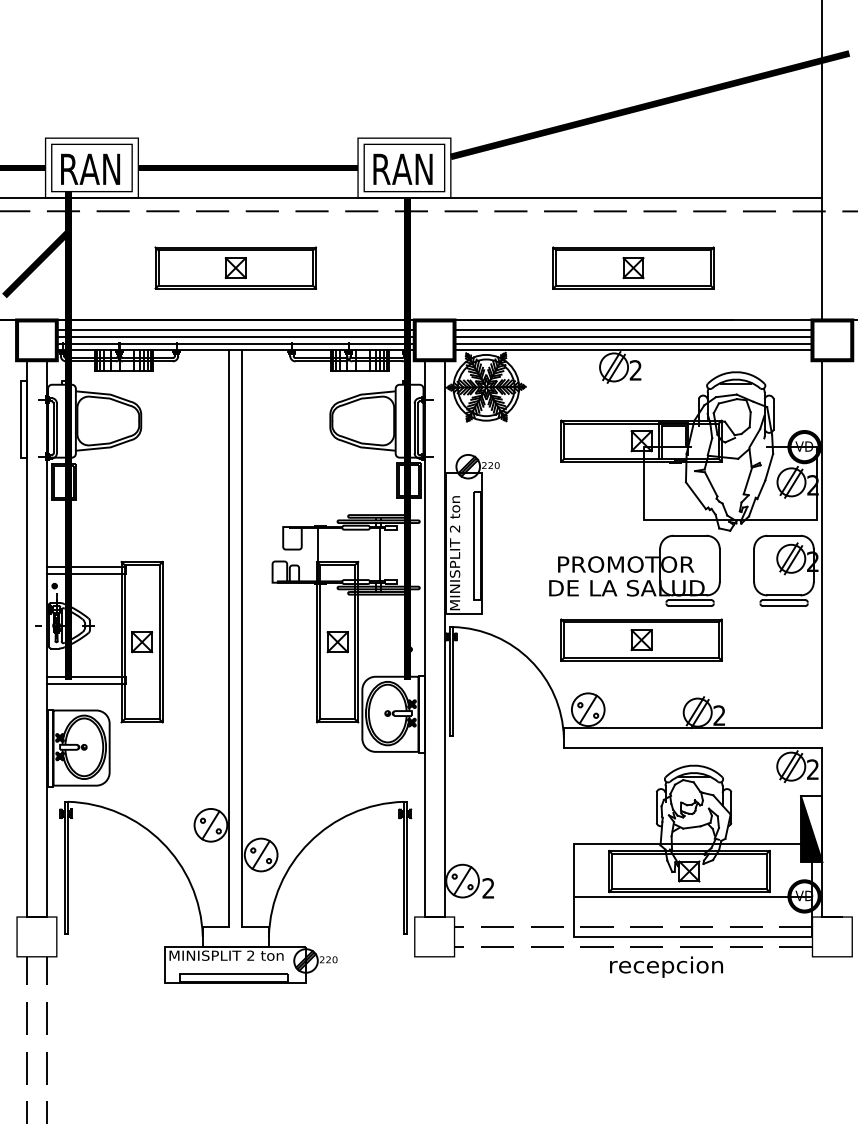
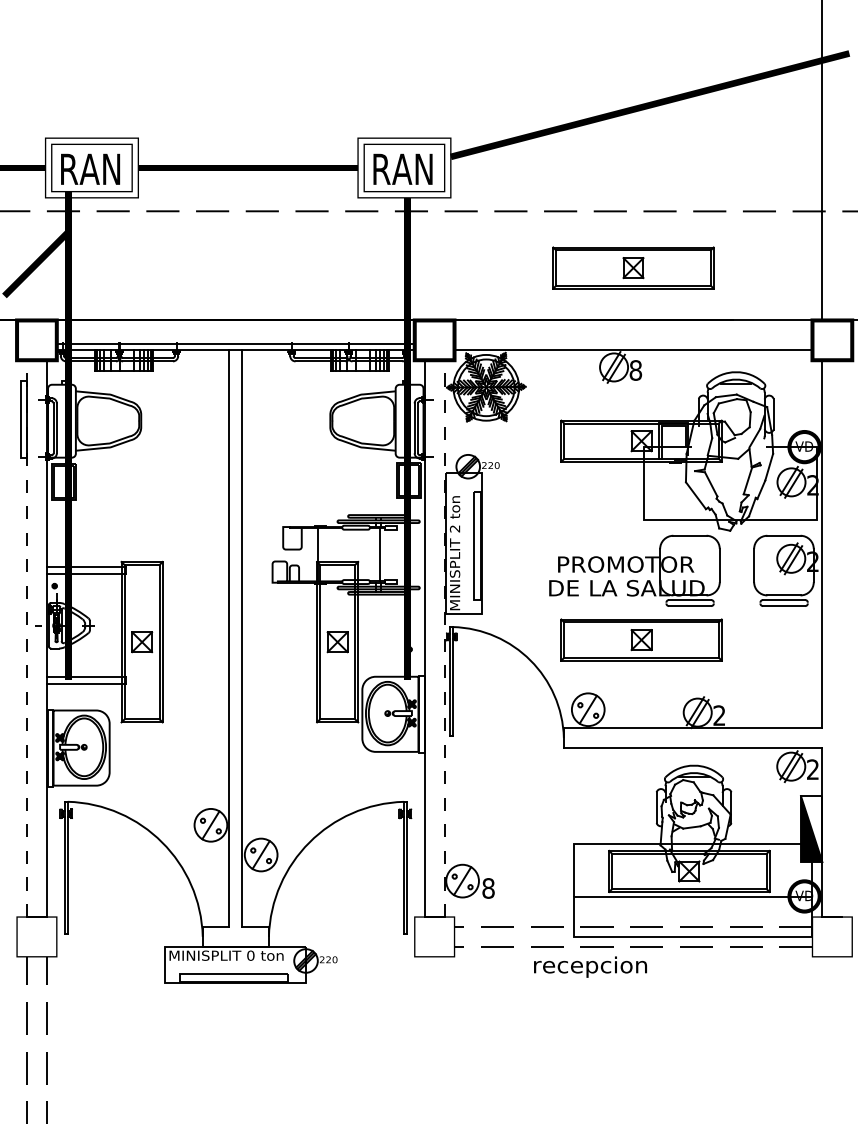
line at (412, 197): present -> none
part at (235, 267): present -> none
line at (235, 330): present -> none
line at (633, 330): present -> none
line at (235, 337): present -> none
line at (633, 337): present -> none
line at (633, 343): present -> none
text at (635, 370): 2 -> 8
line at (26, 638): solid -> dashed
line at (444, 638): solid -> dashed
text at (488, 888): 2 -> 8
text at (250, 955): 2 -> 0
text at (666, 966) position: (666, 966) -> (590, 966)
